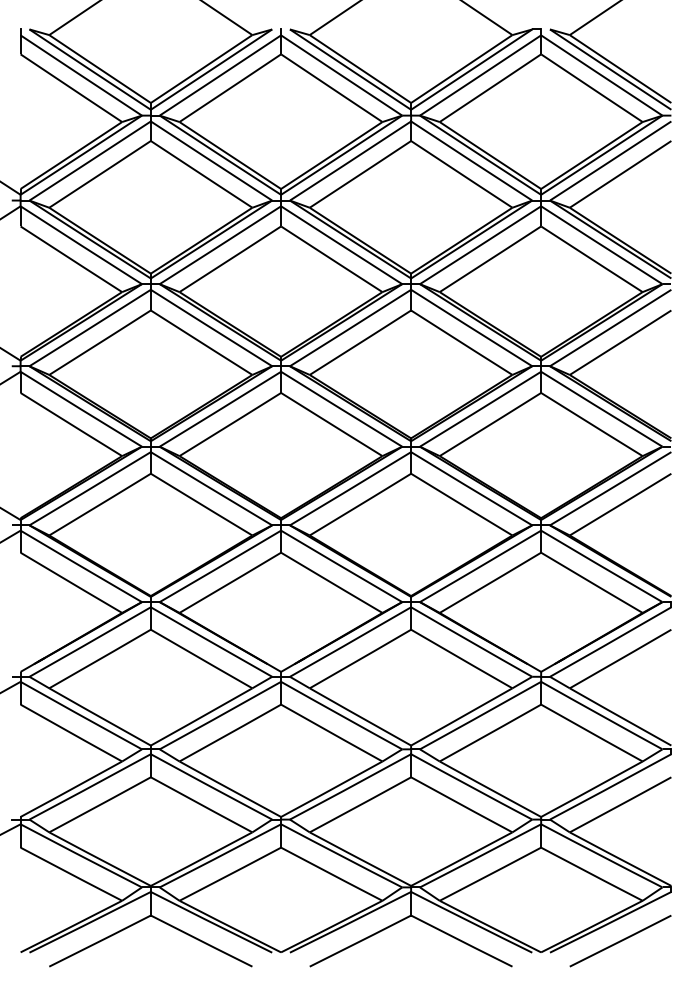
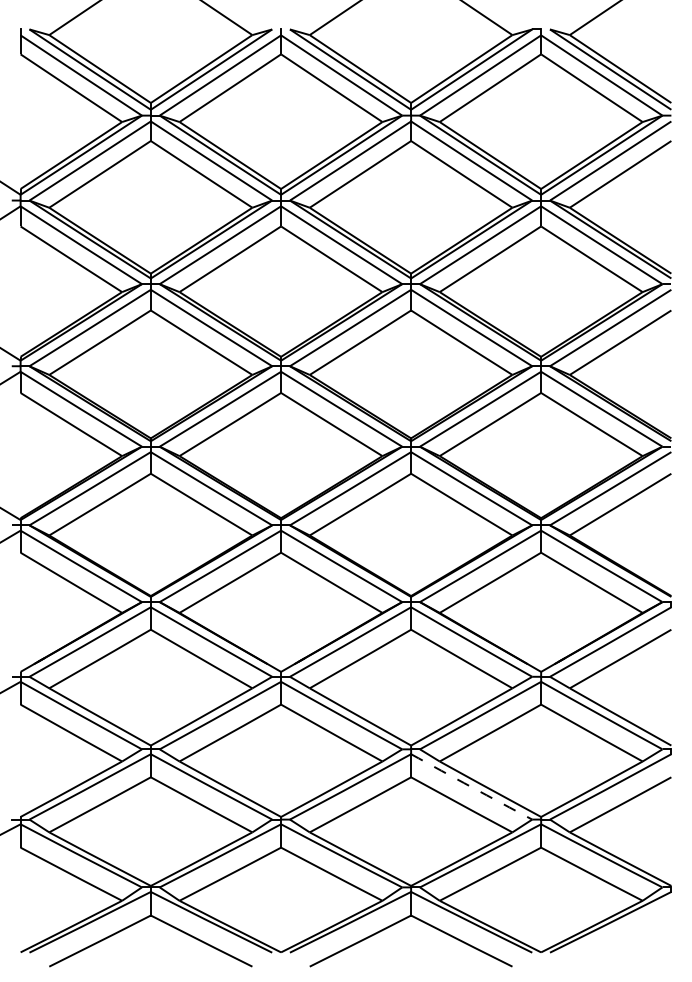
arc at (471, 787): solid -> dashed
line at (620, 941): present -> none
